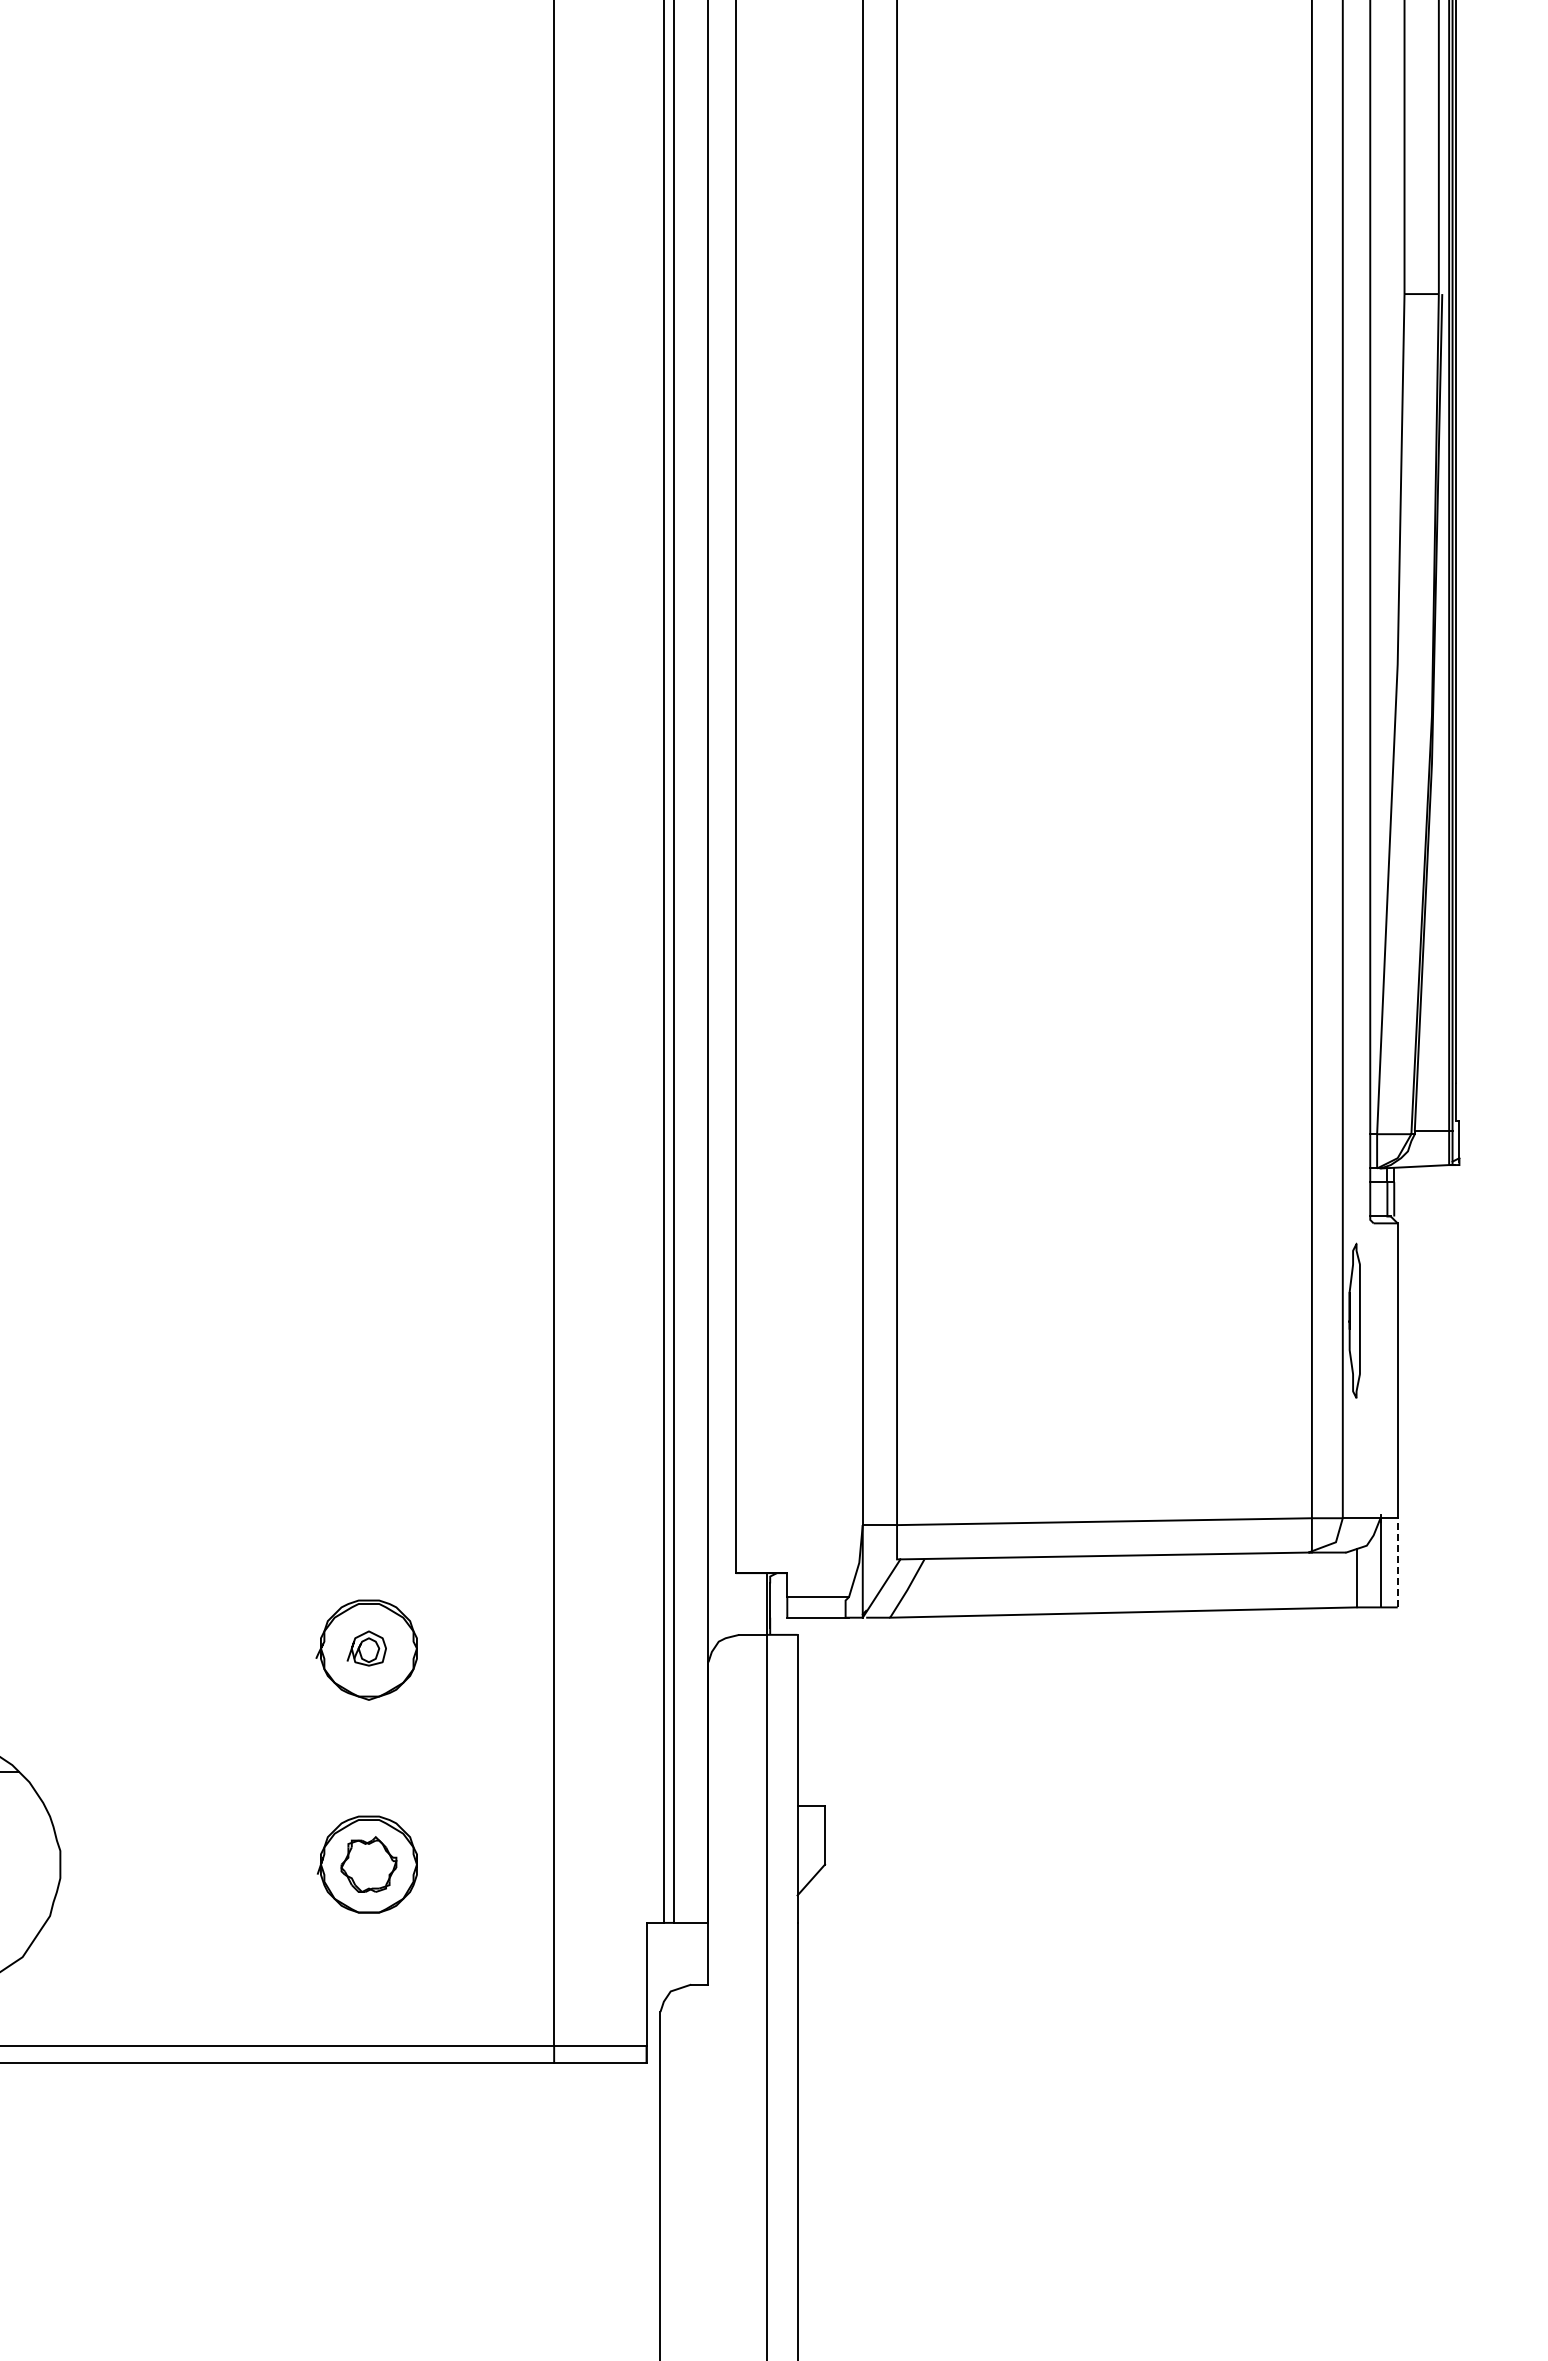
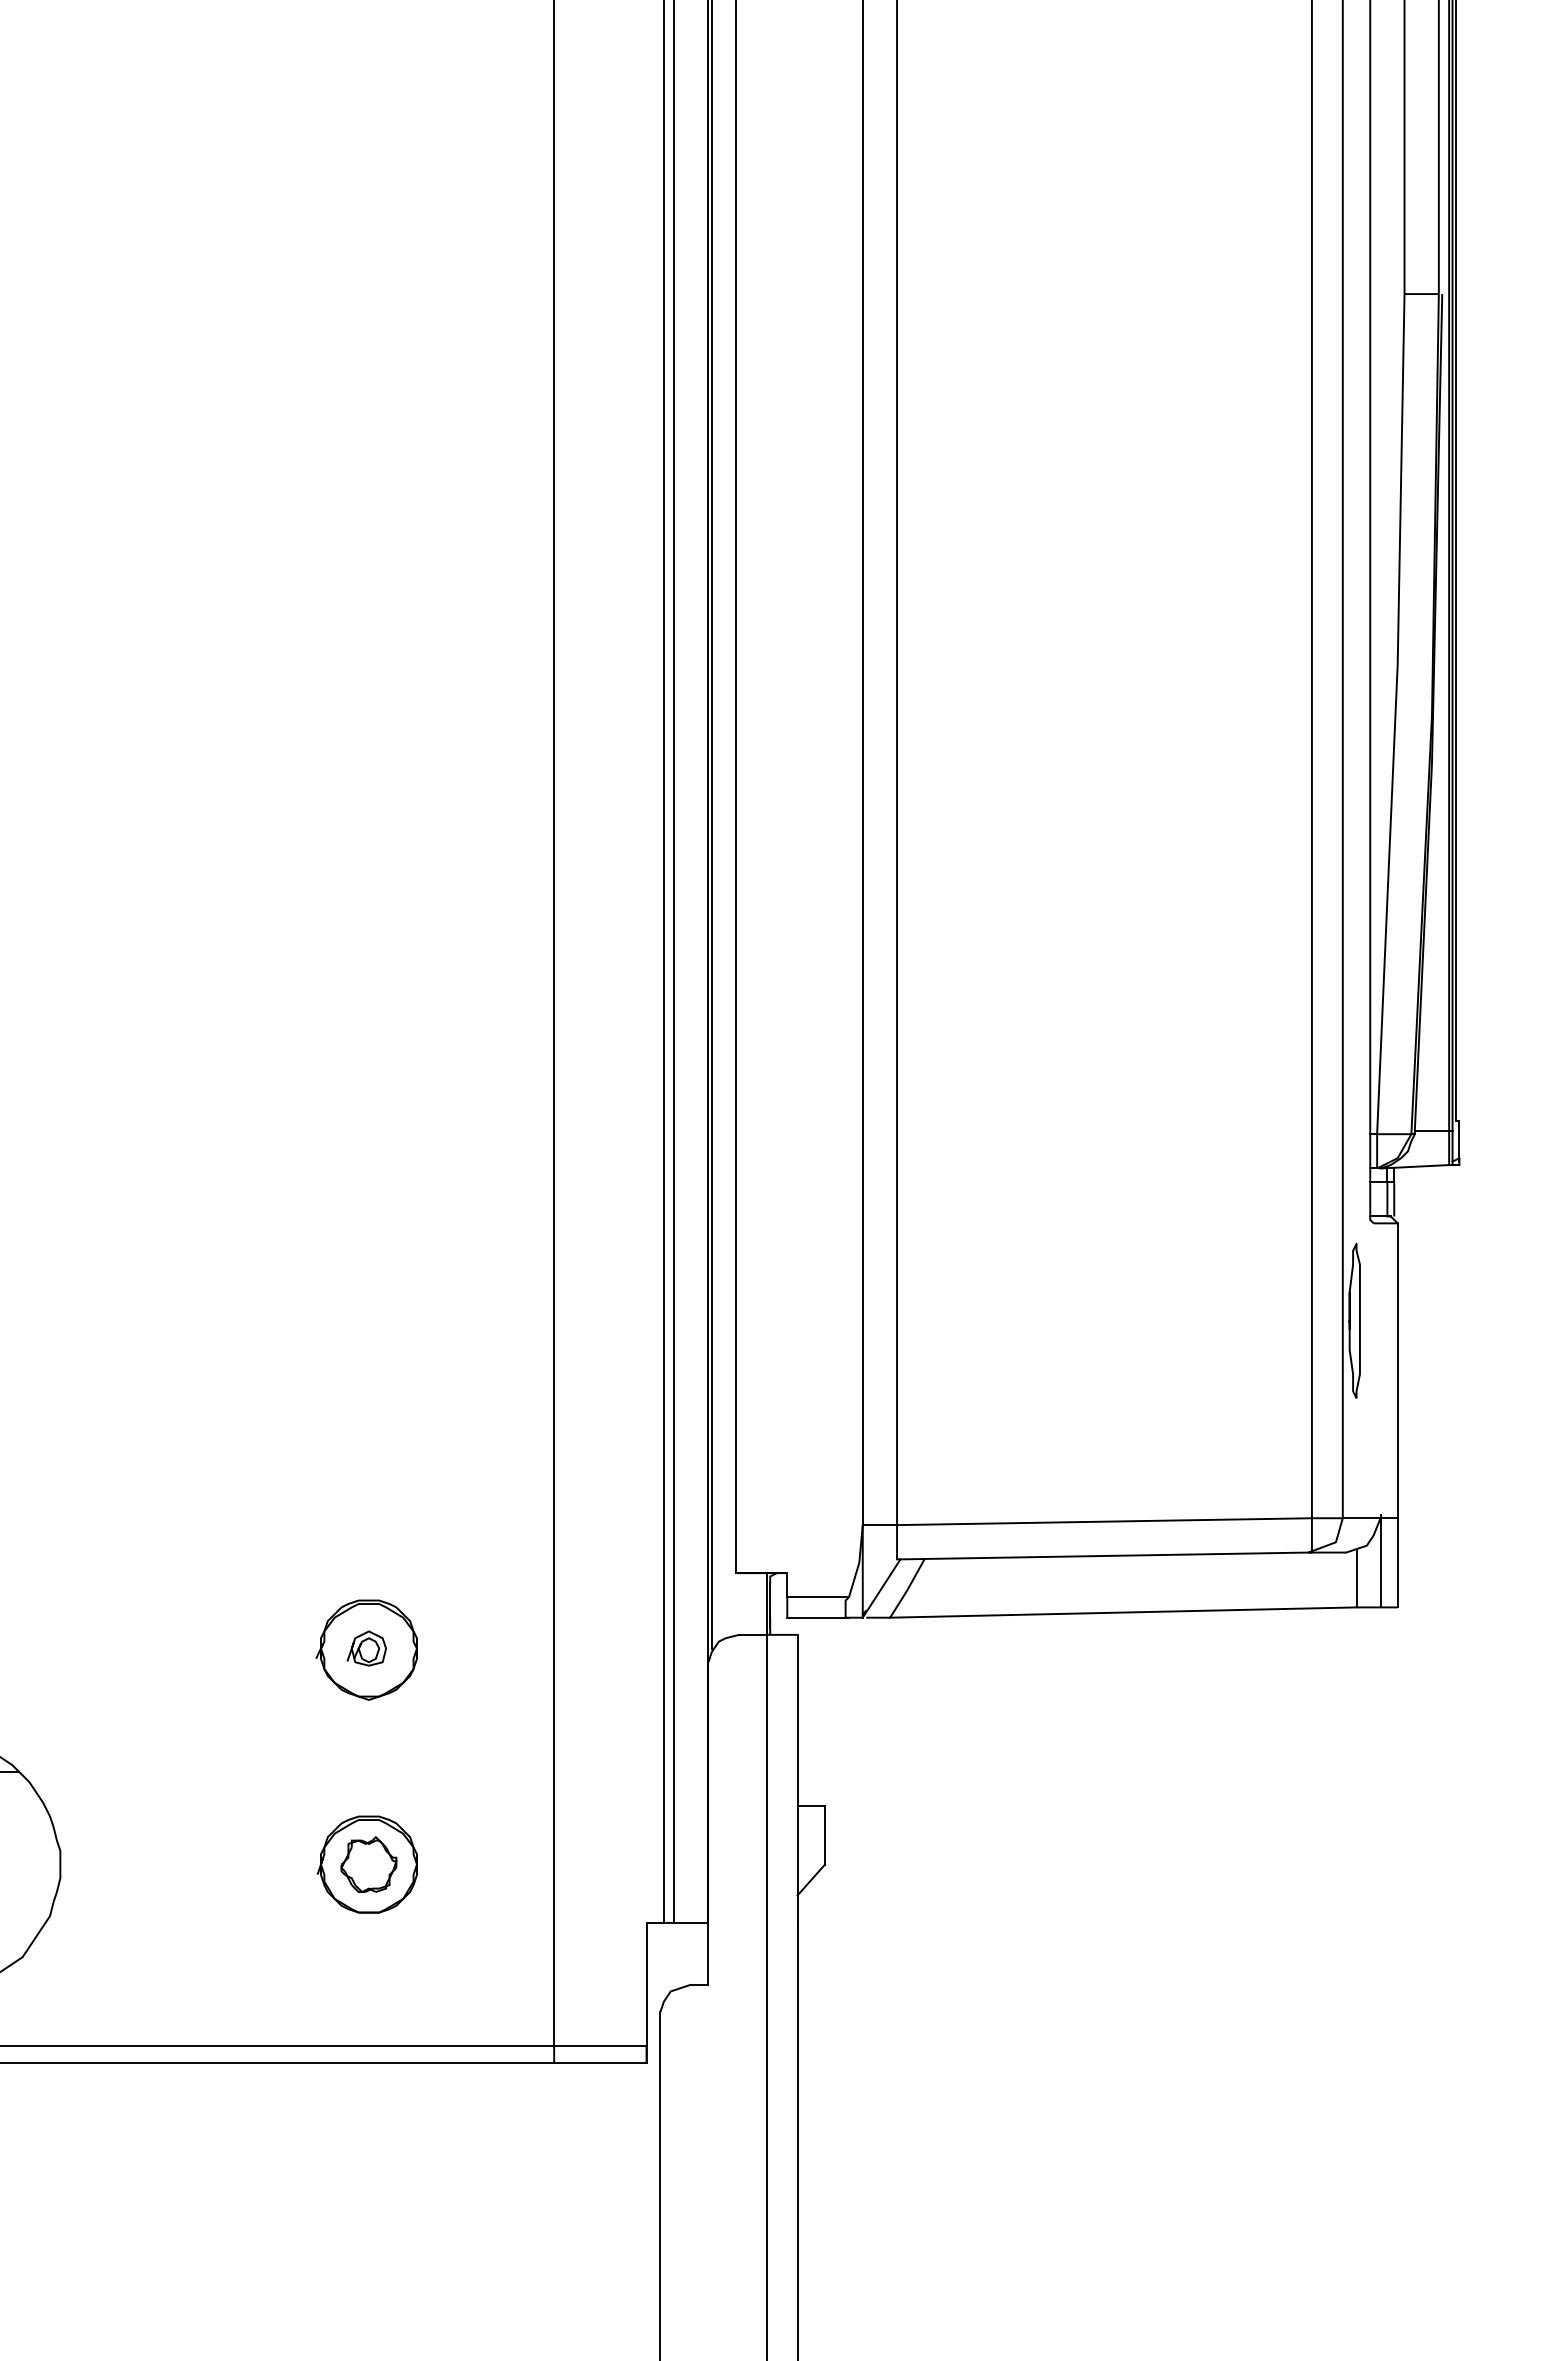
line at (711, 825): none -> present
line at (1397, 1562): dashed -> solid
